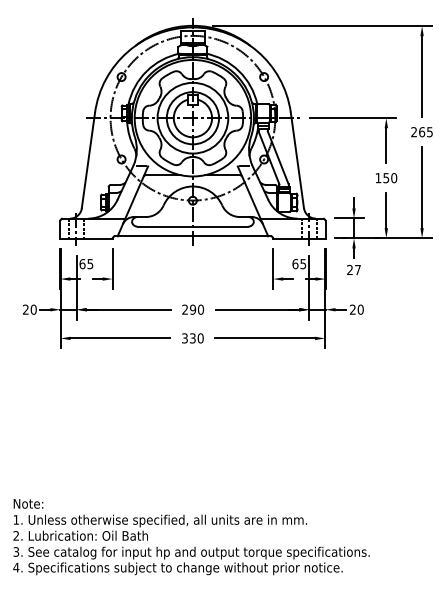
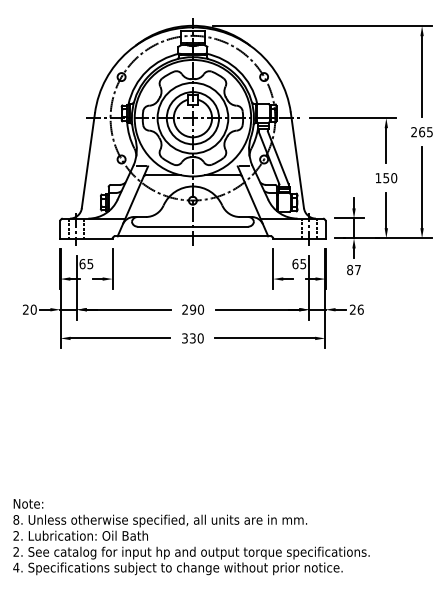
text at (350, 270): 27 -> 87
text at (360, 309): 20 -> 26
text at (16, 519): 1. -> 8.
text at (16, 552): 3. -> 2.
